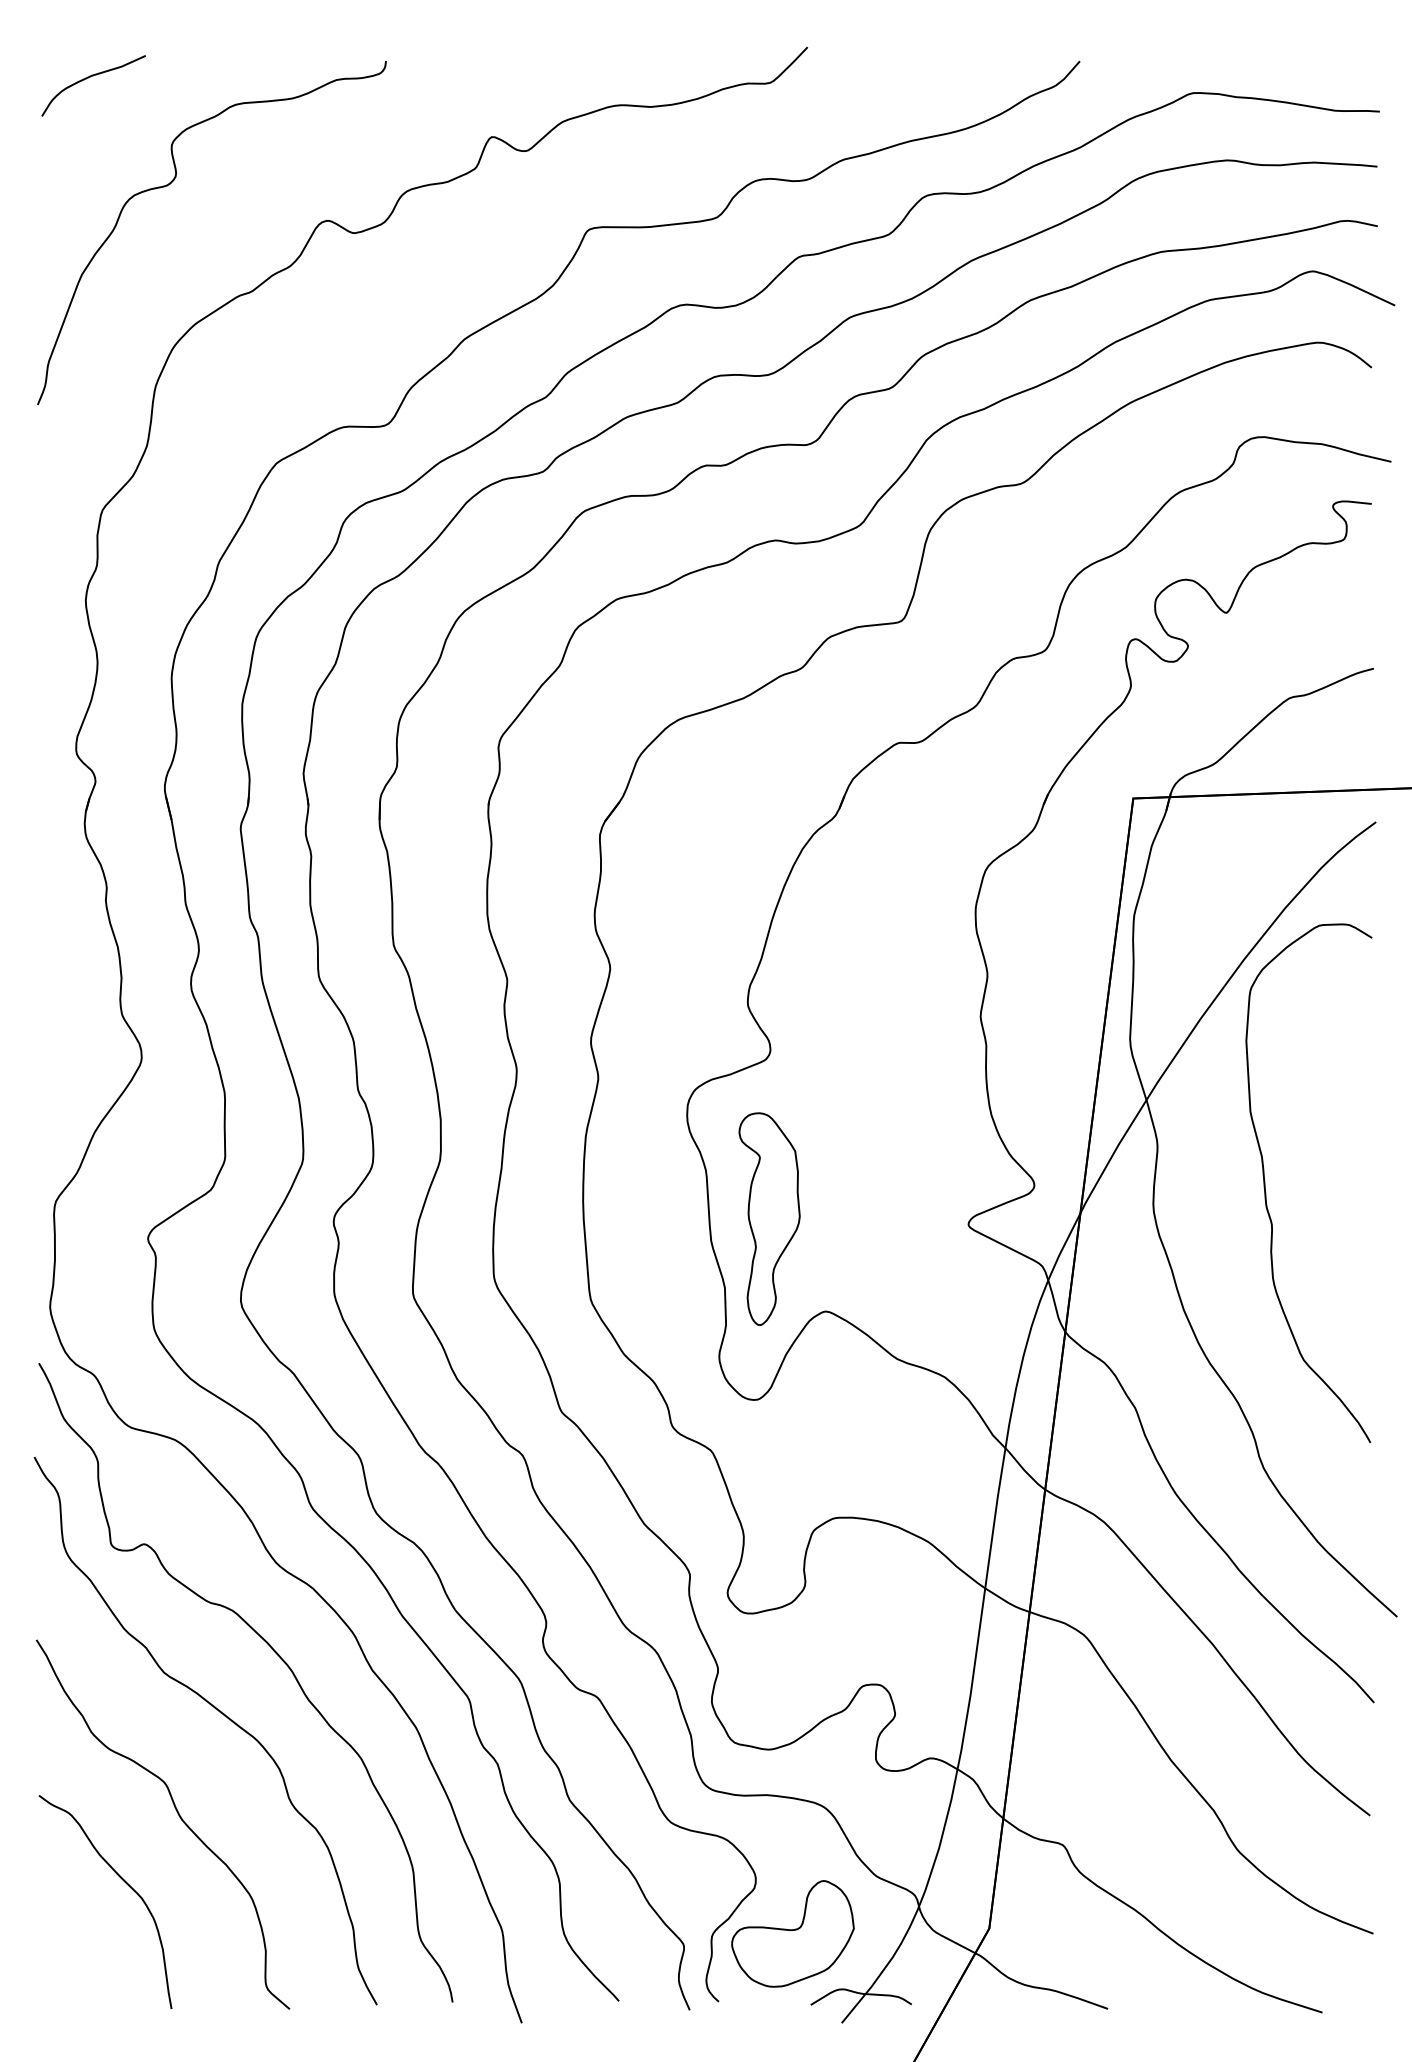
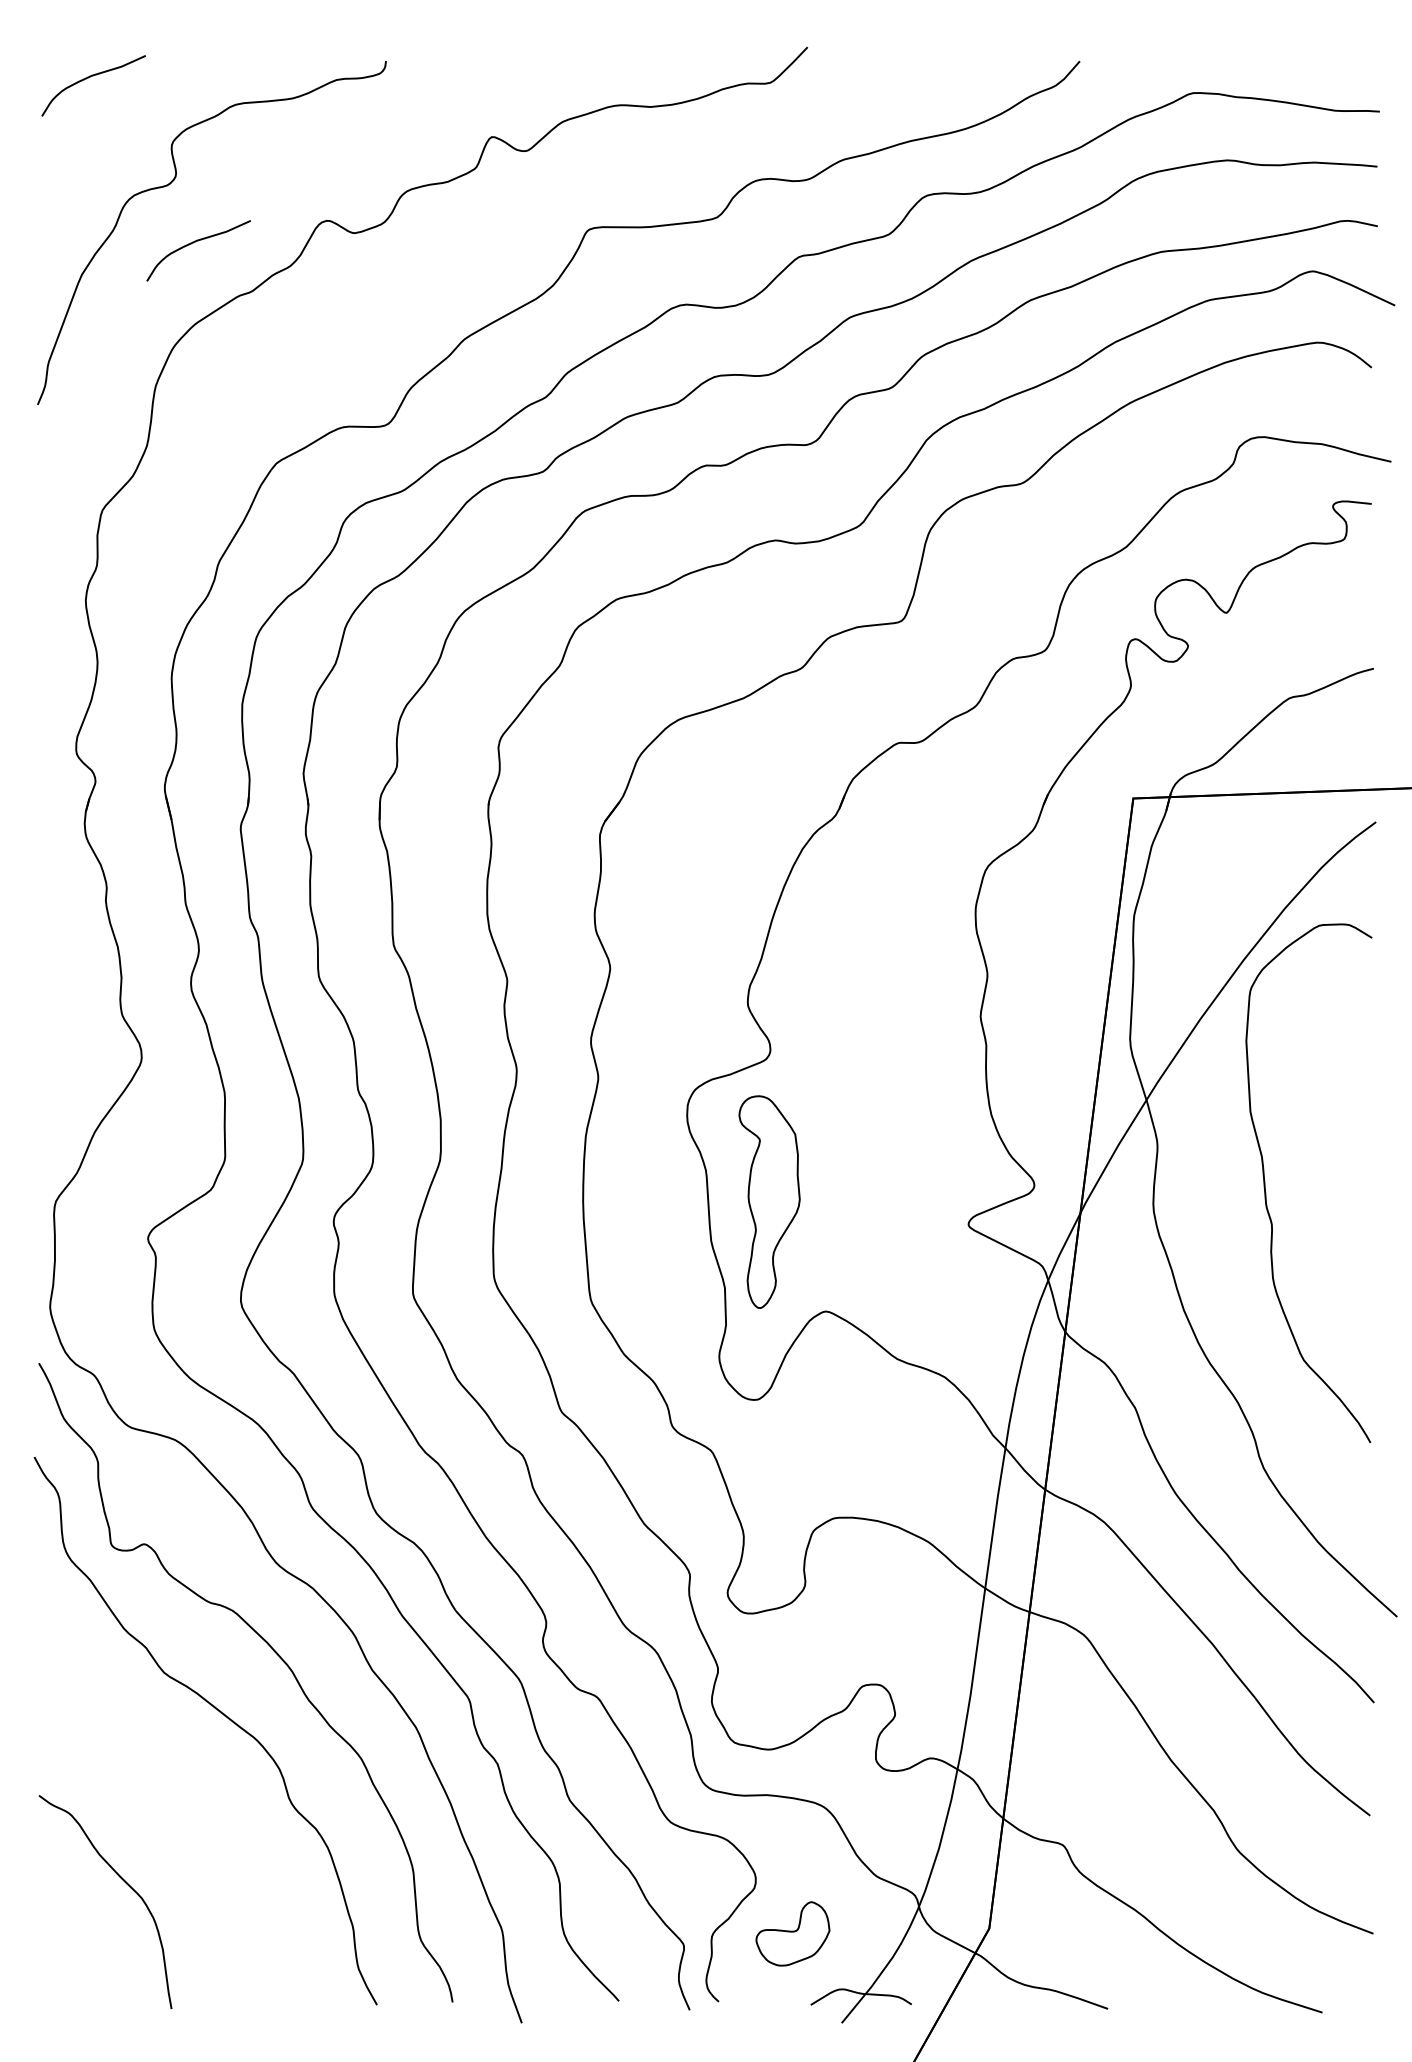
curve at (195, 242): none -> present
part at (769, 1218) position: (769, 1218) -> (769, 1201)
curve at (179, 1817): present -> none
part at (792, 1933) size: 124x108 px -> 76x66 px
